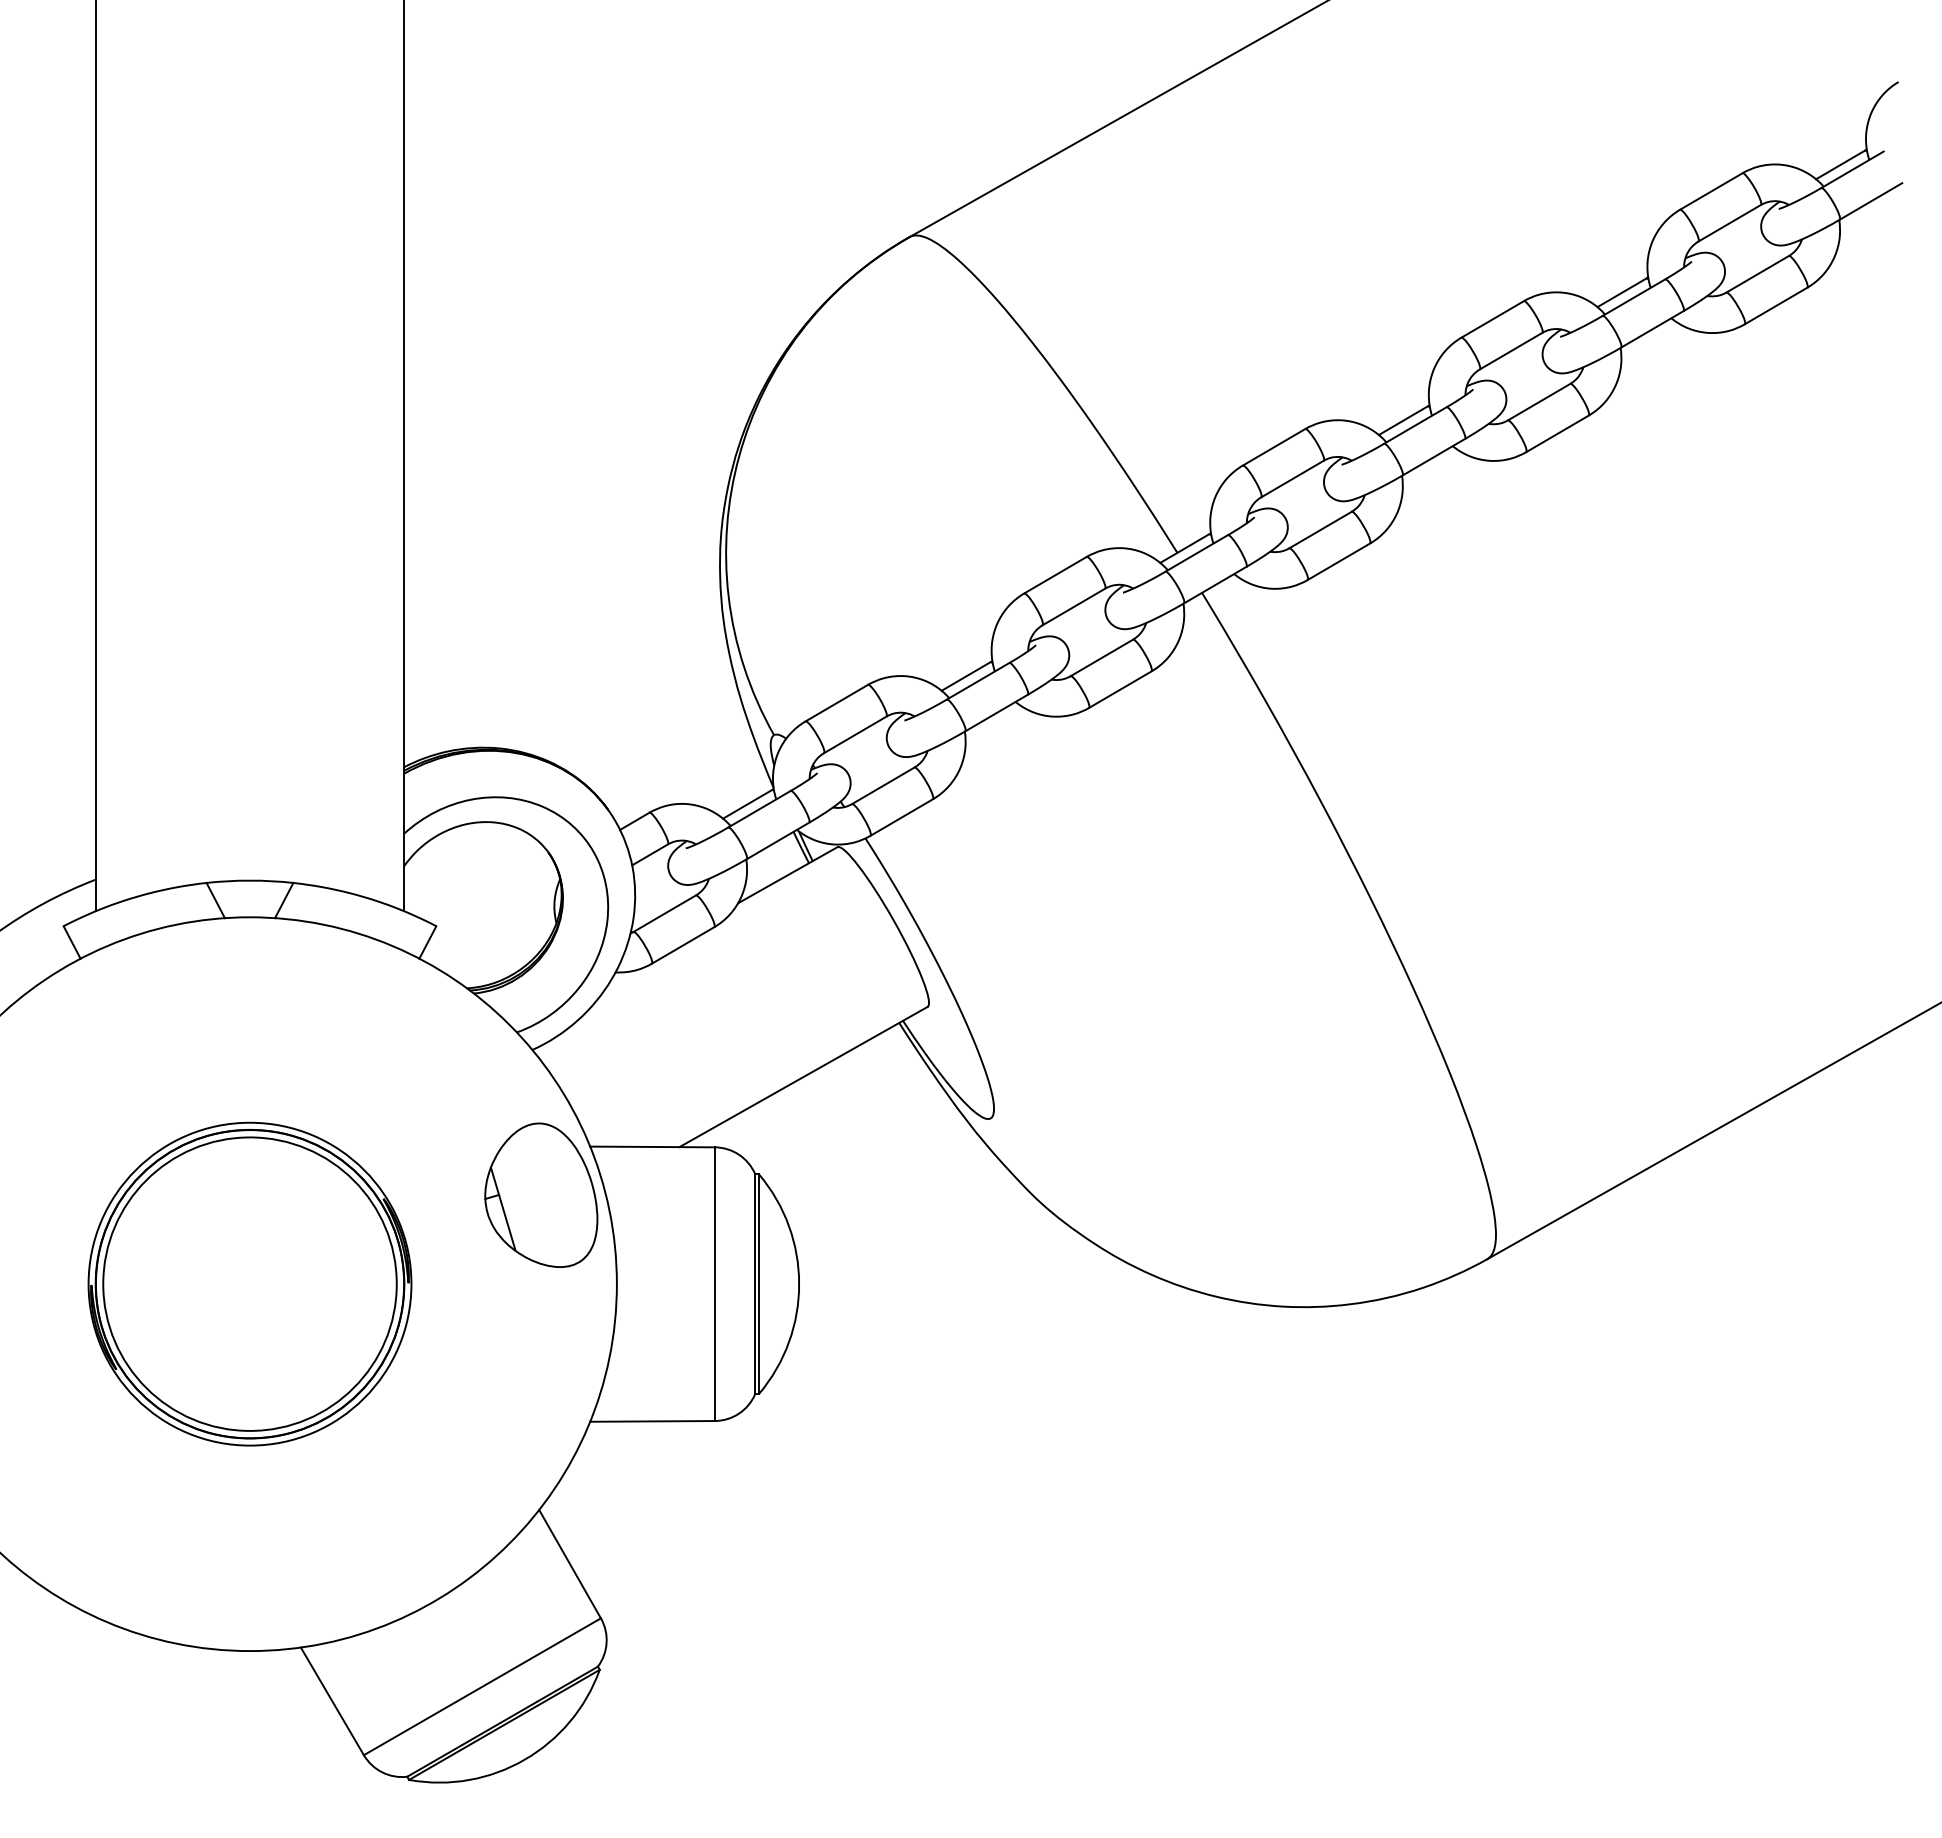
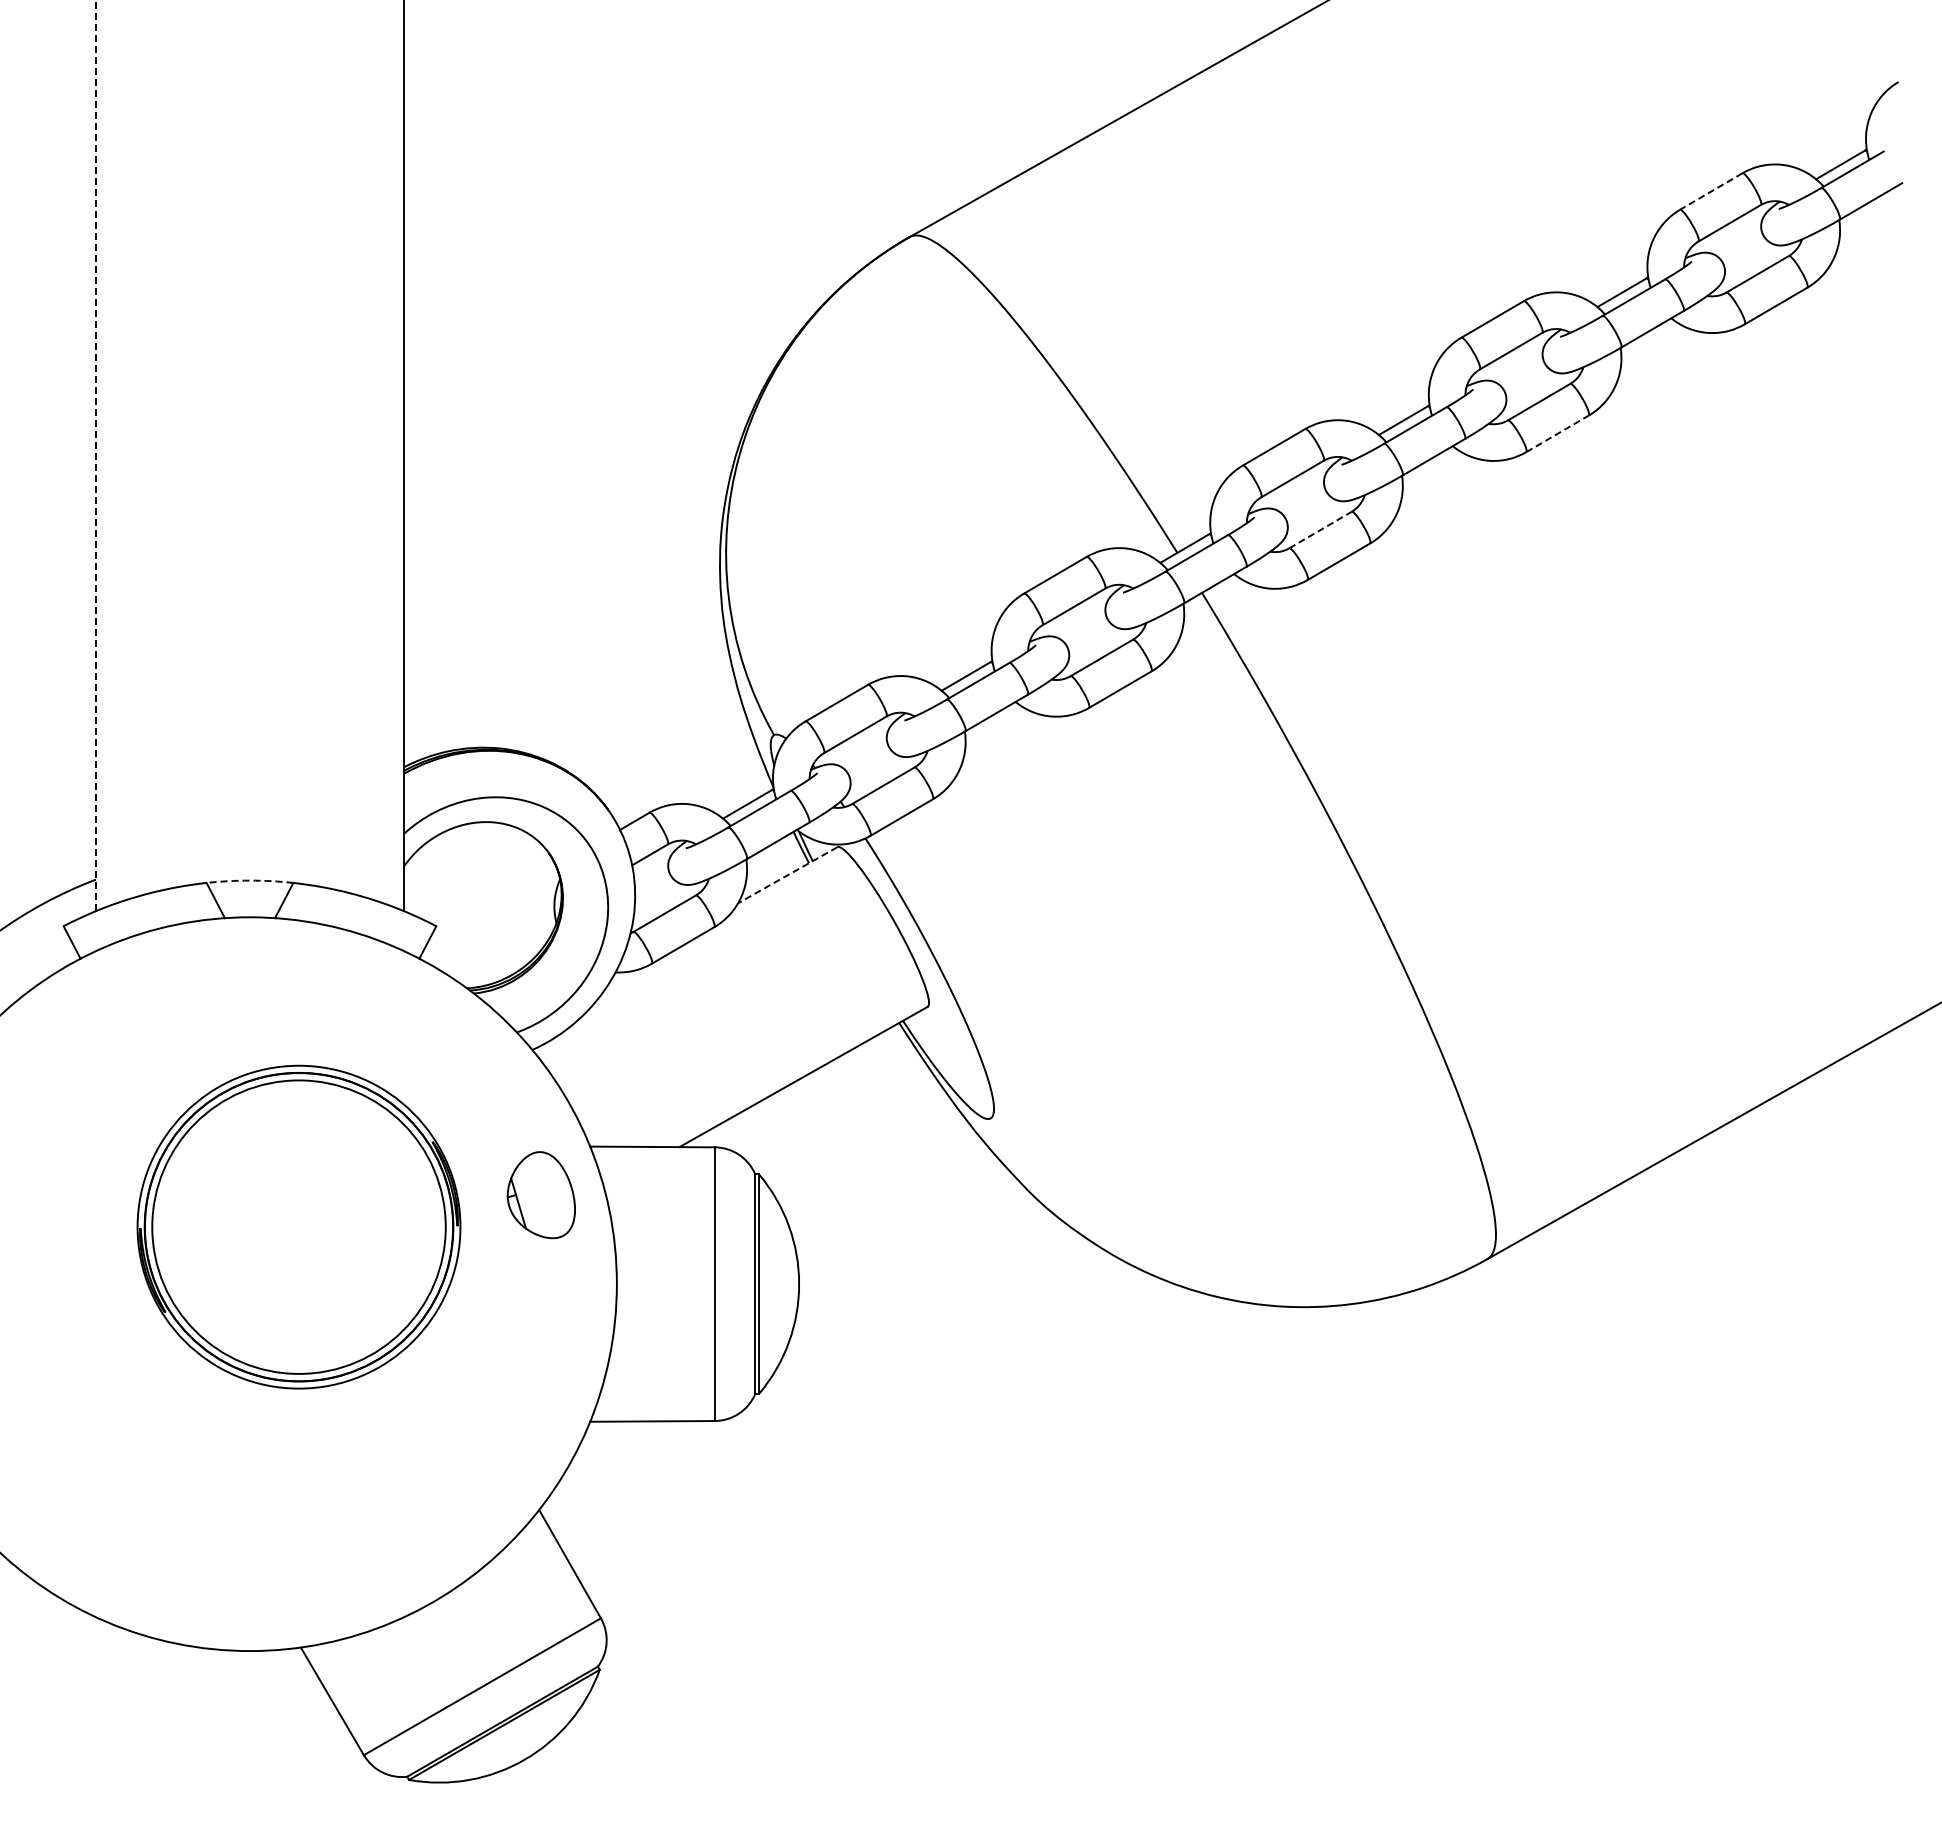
line at (1710, 191): solid -> dashed
line at (1558, 433): solid -> dashed
line at (95, 455): solid -> dashed
line at (1320, 529): solid -> dashed
line at (787, 875): solid -> dashed
arc at (250, 880): solid -> dashed
part at (541, 1194) size: 115x146 px -> 70x89 px
part at (249, 1283) position: (249, 1283) -> (298, 1226)
